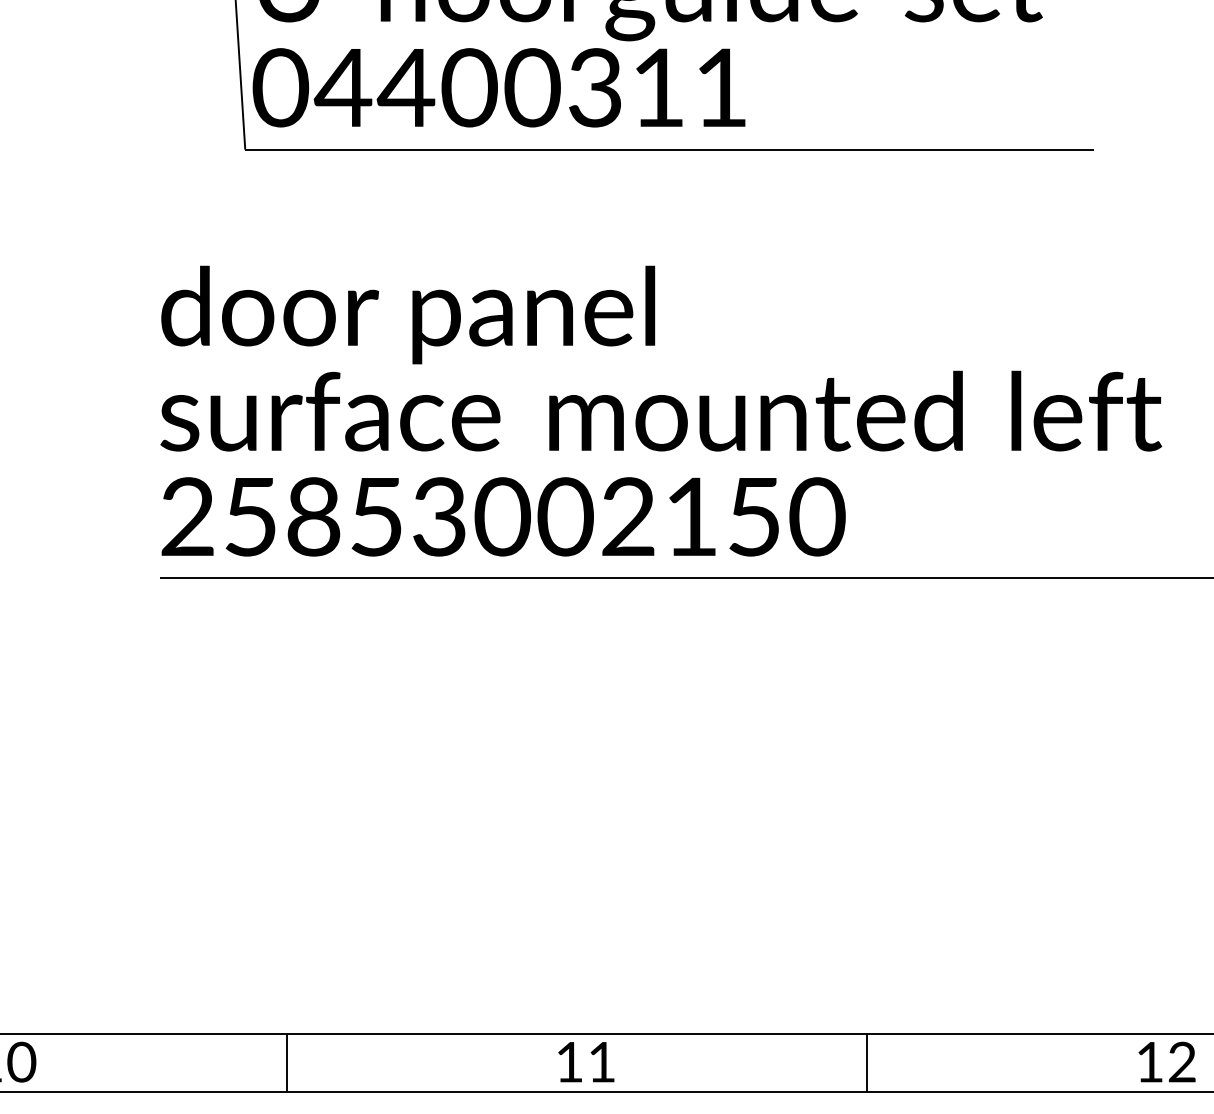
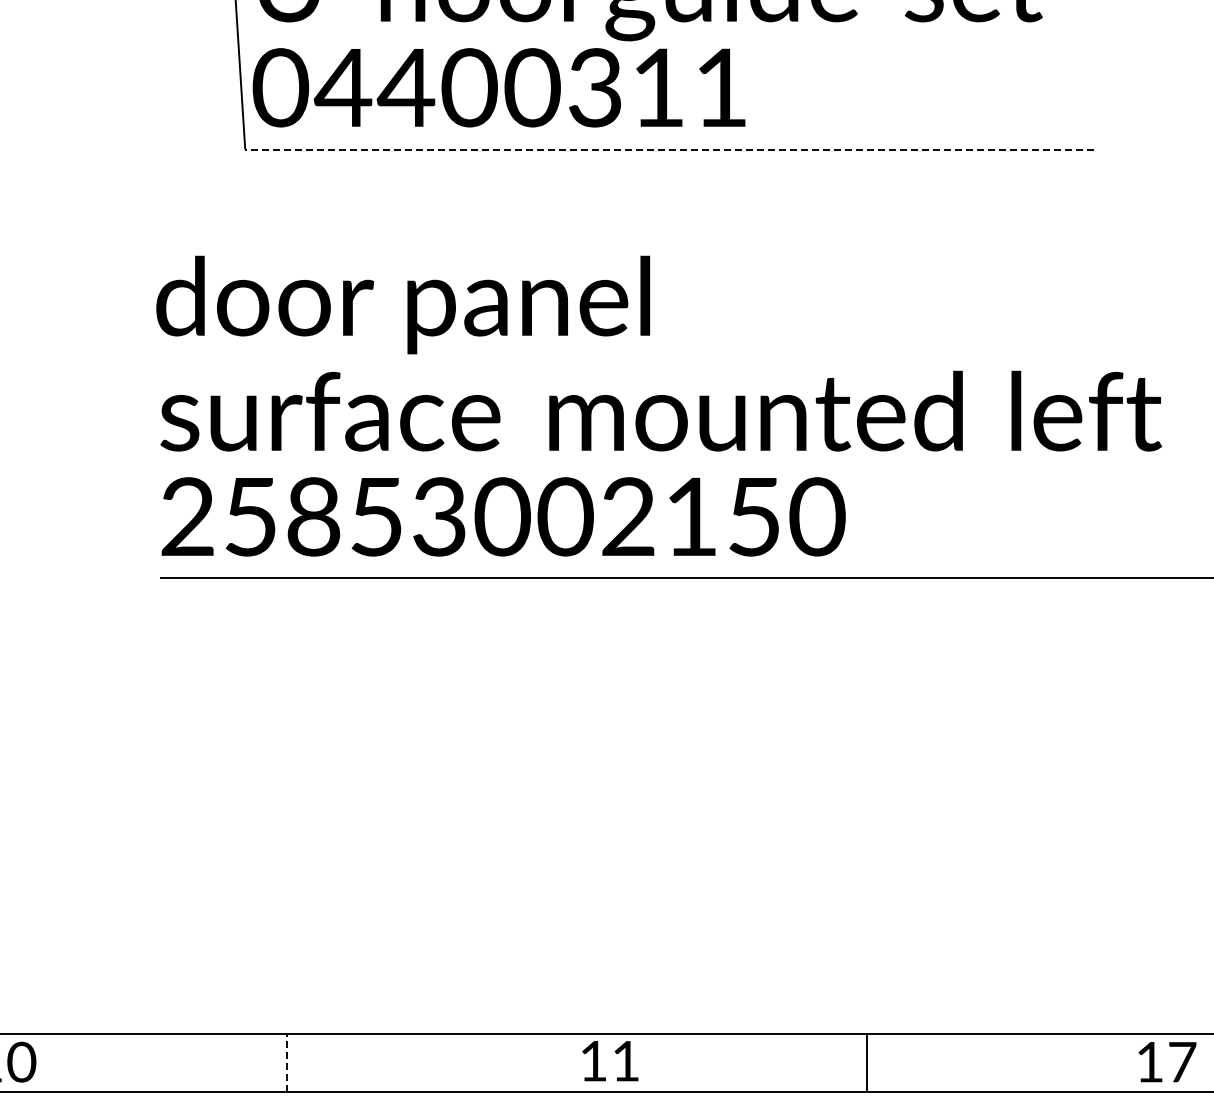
line at (669, 149): solid -> dashed
text at (408, 314) position: (408, 314) -> (403, 304)
text at (1182, 1061): 12 -> 17
line at (286, 1062): solid -> dashed
text at (586, 1062) position: (586, 1062) -> (610, 1061)
